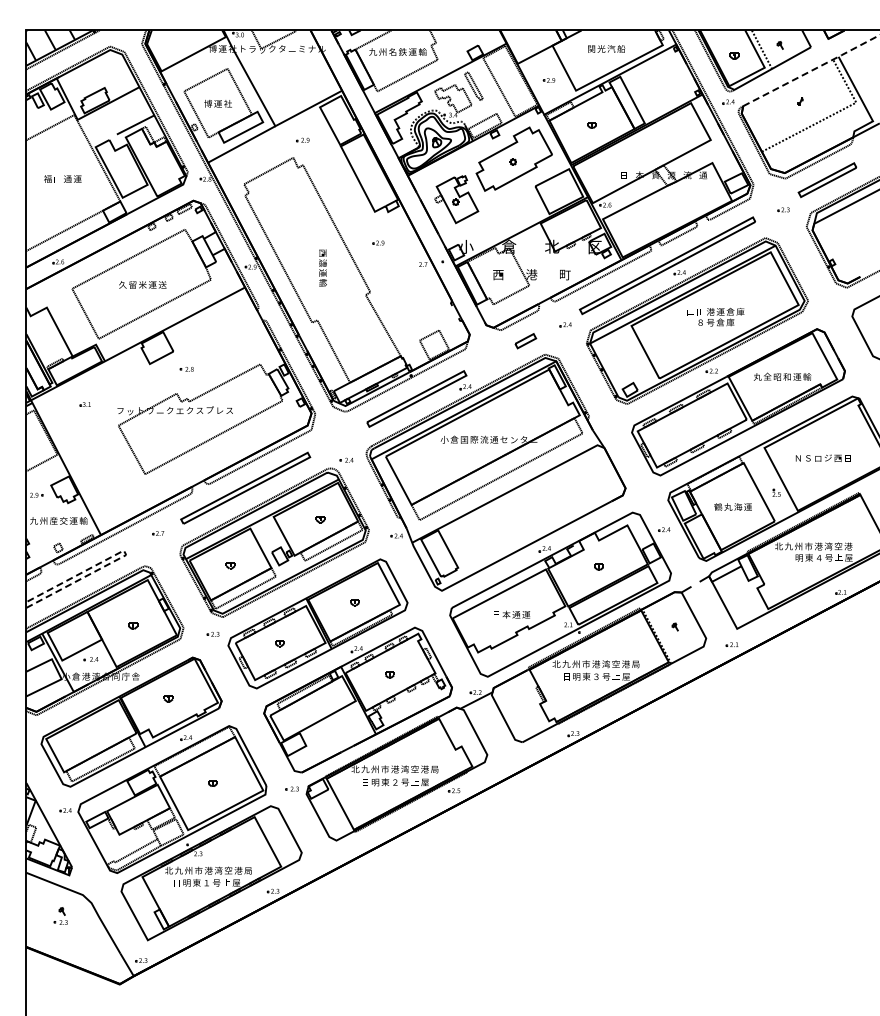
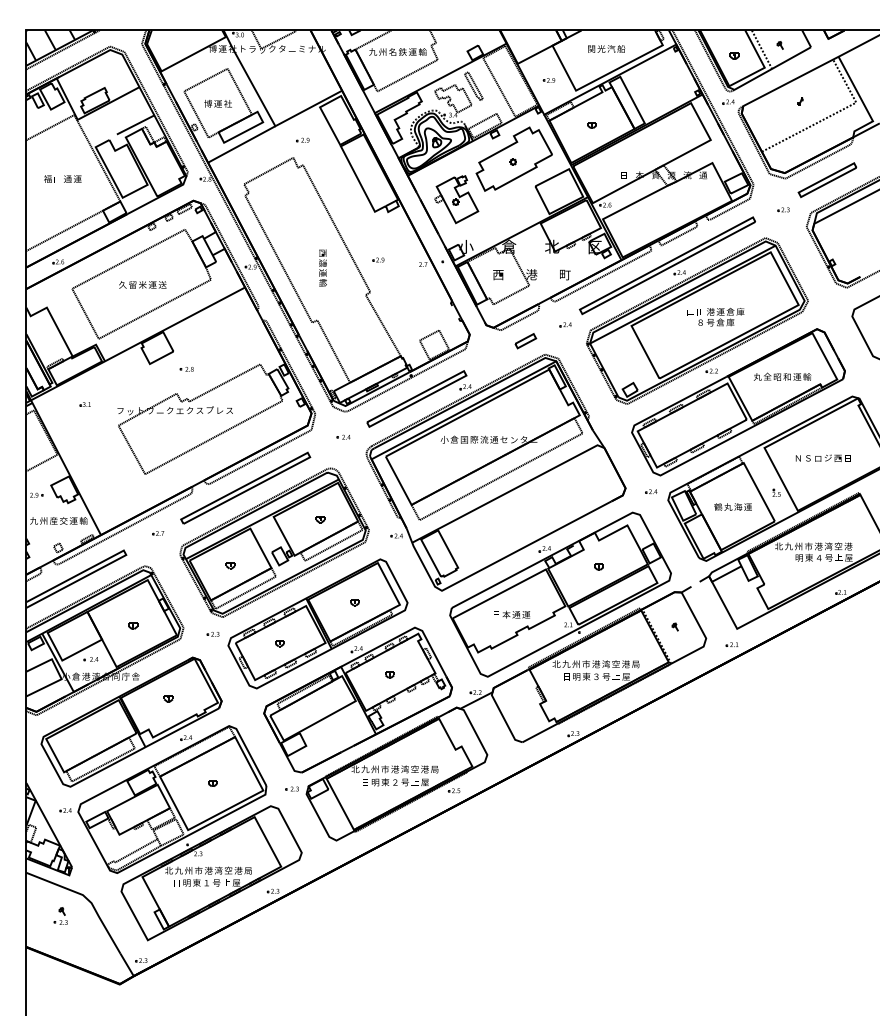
line at (812, 70): dashed -> solid
part at (378, 242) position: (378, 242) -> (378, 259)
part at (346, 459) position: (346, 459) -> (343, 436)
part at (664, 529) position: (664, 529) -> (651, 491)
line at (125, 553): dashed -> solid
